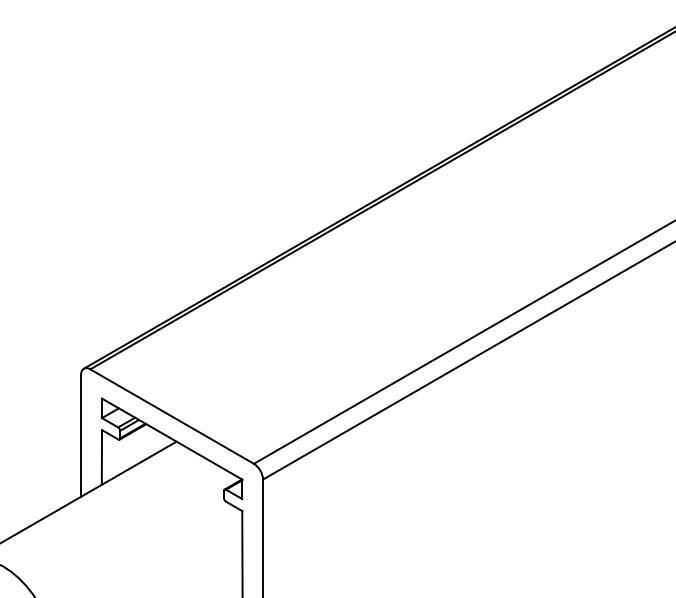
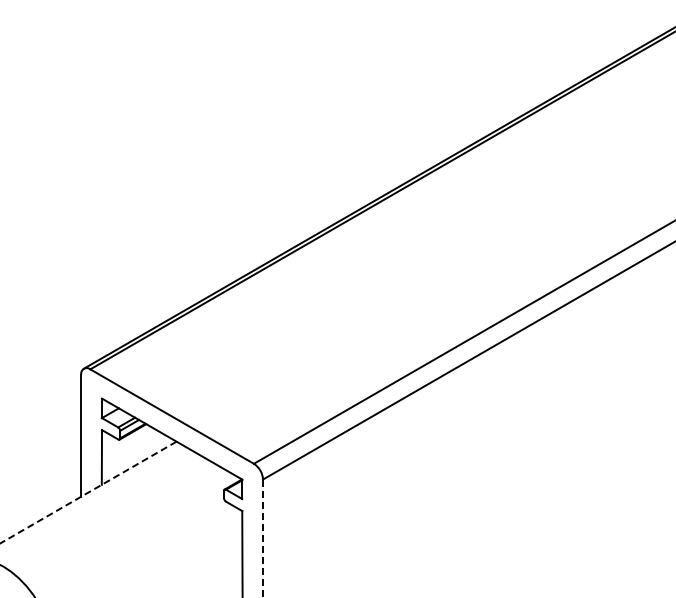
line at (88, 492): solid -> dashed
line at (263, 538): solid -> dashed
